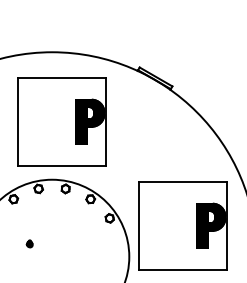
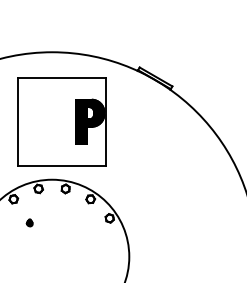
part at (182, 225): present -> none
part at (29, 243) position: (29, 243) -> (29, 222)
